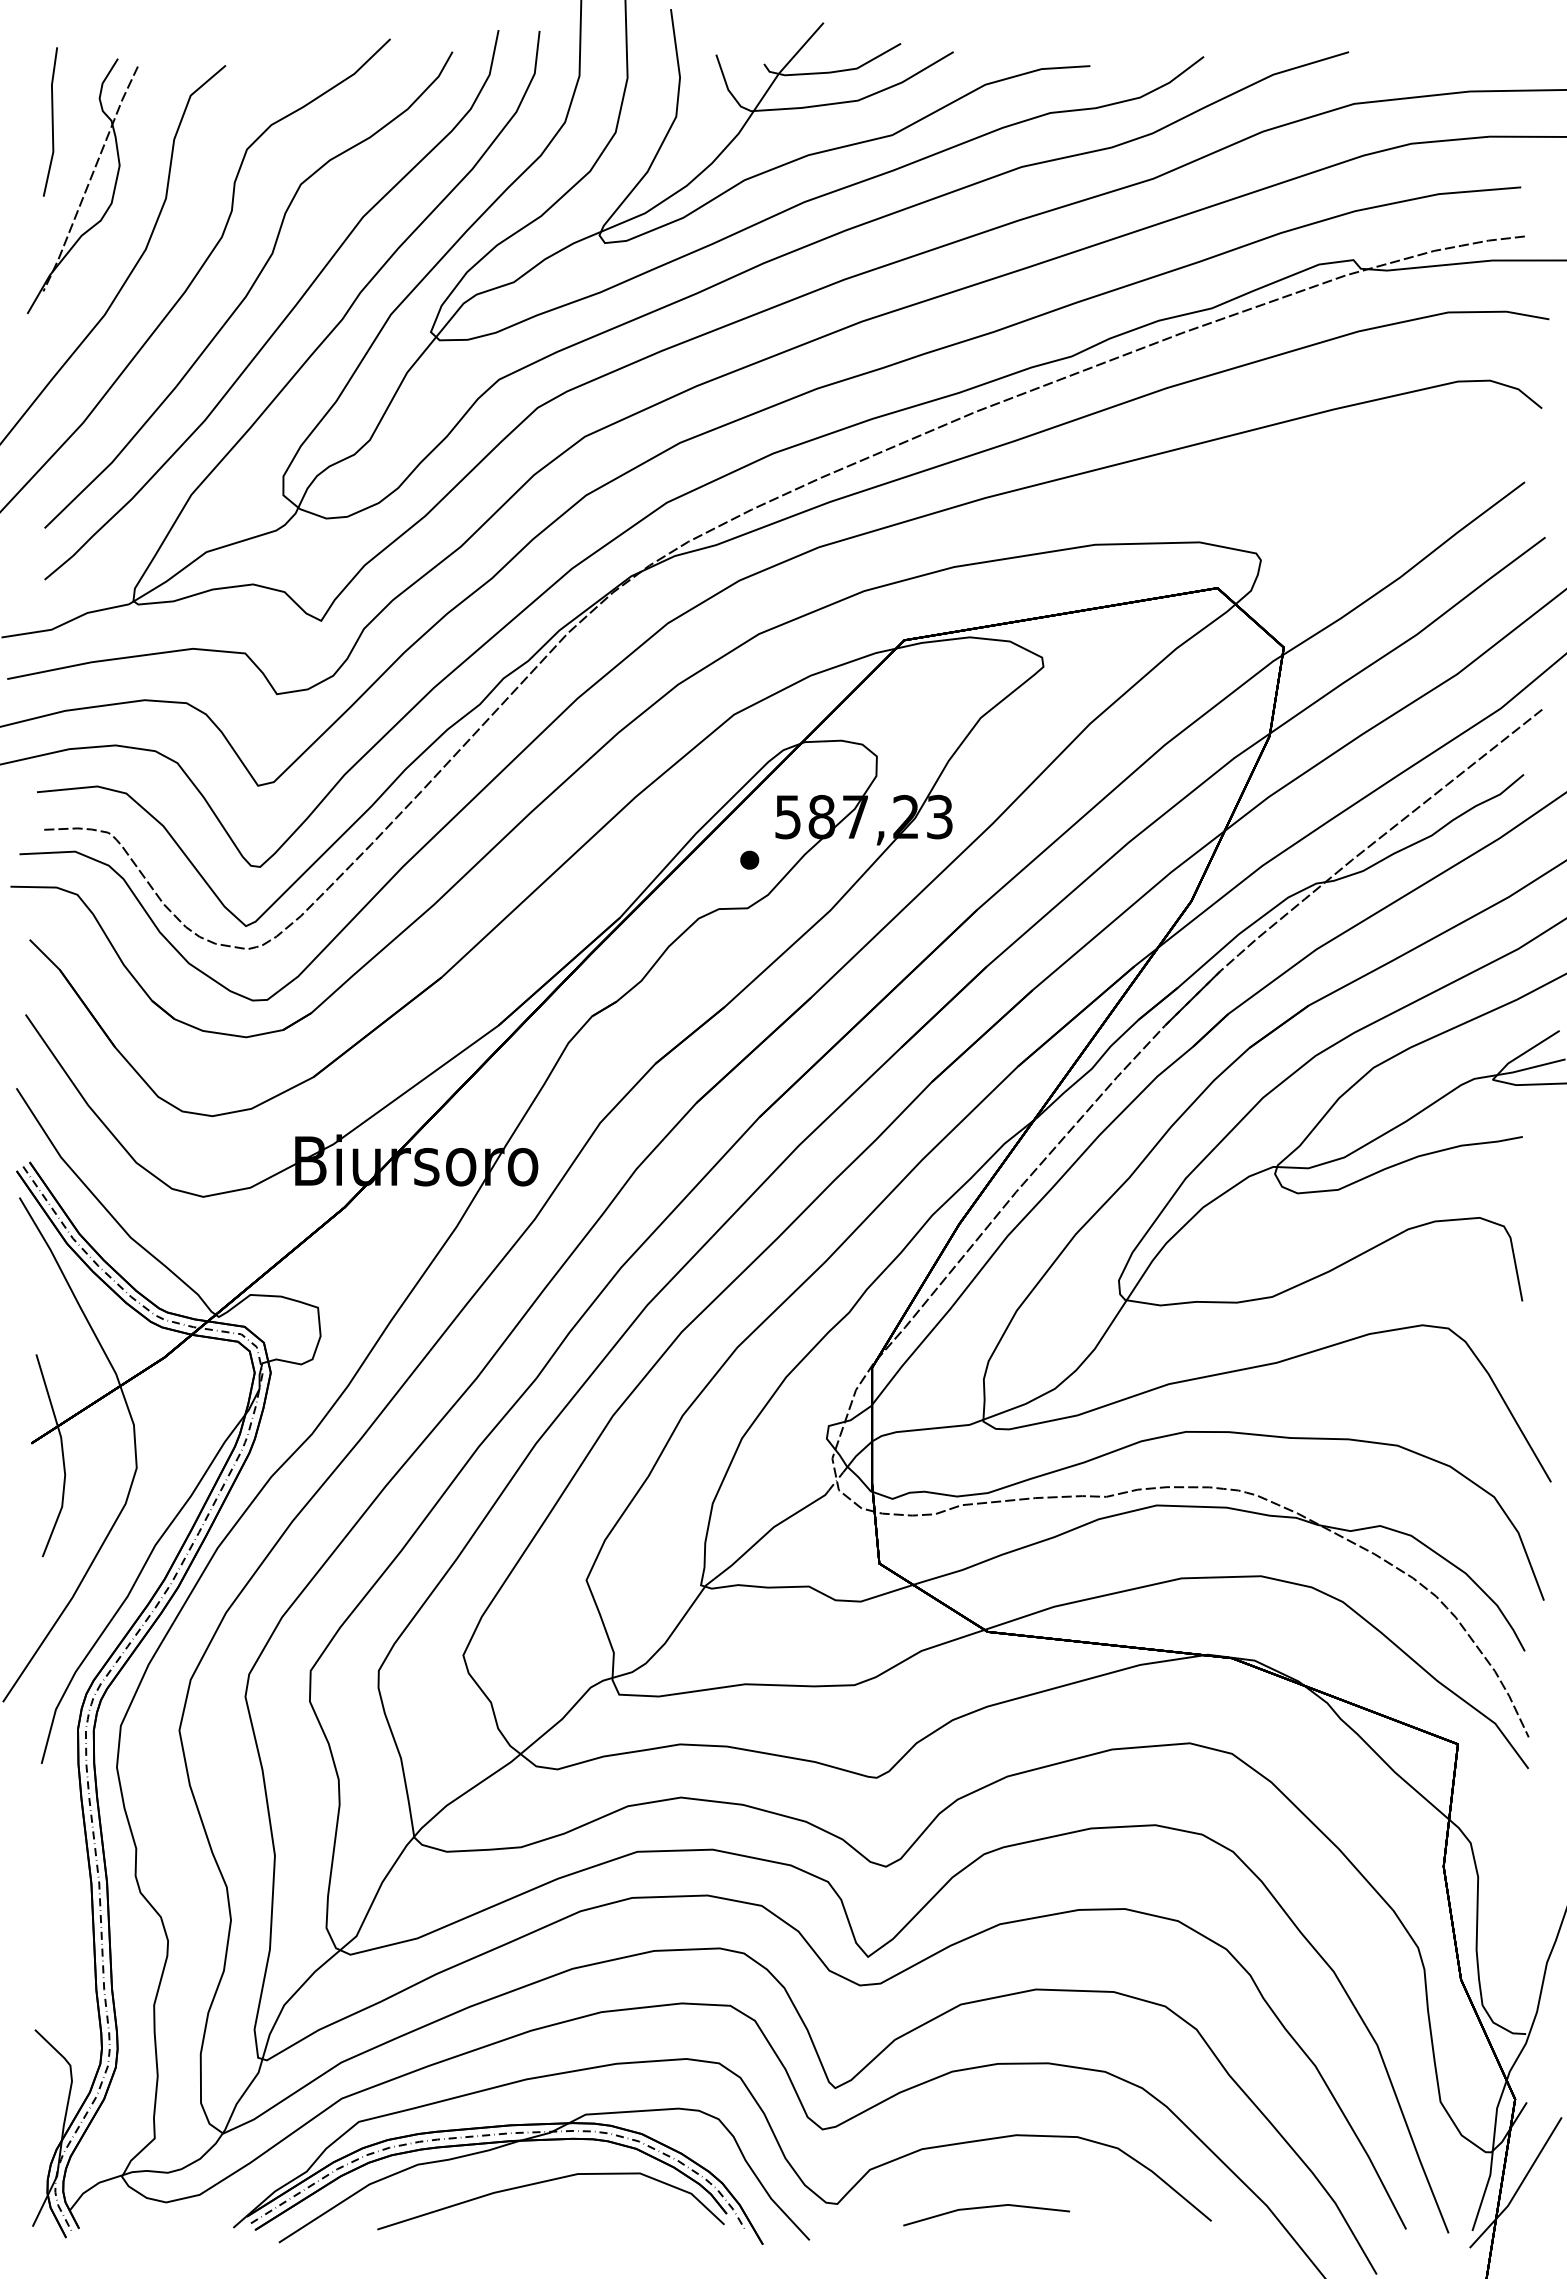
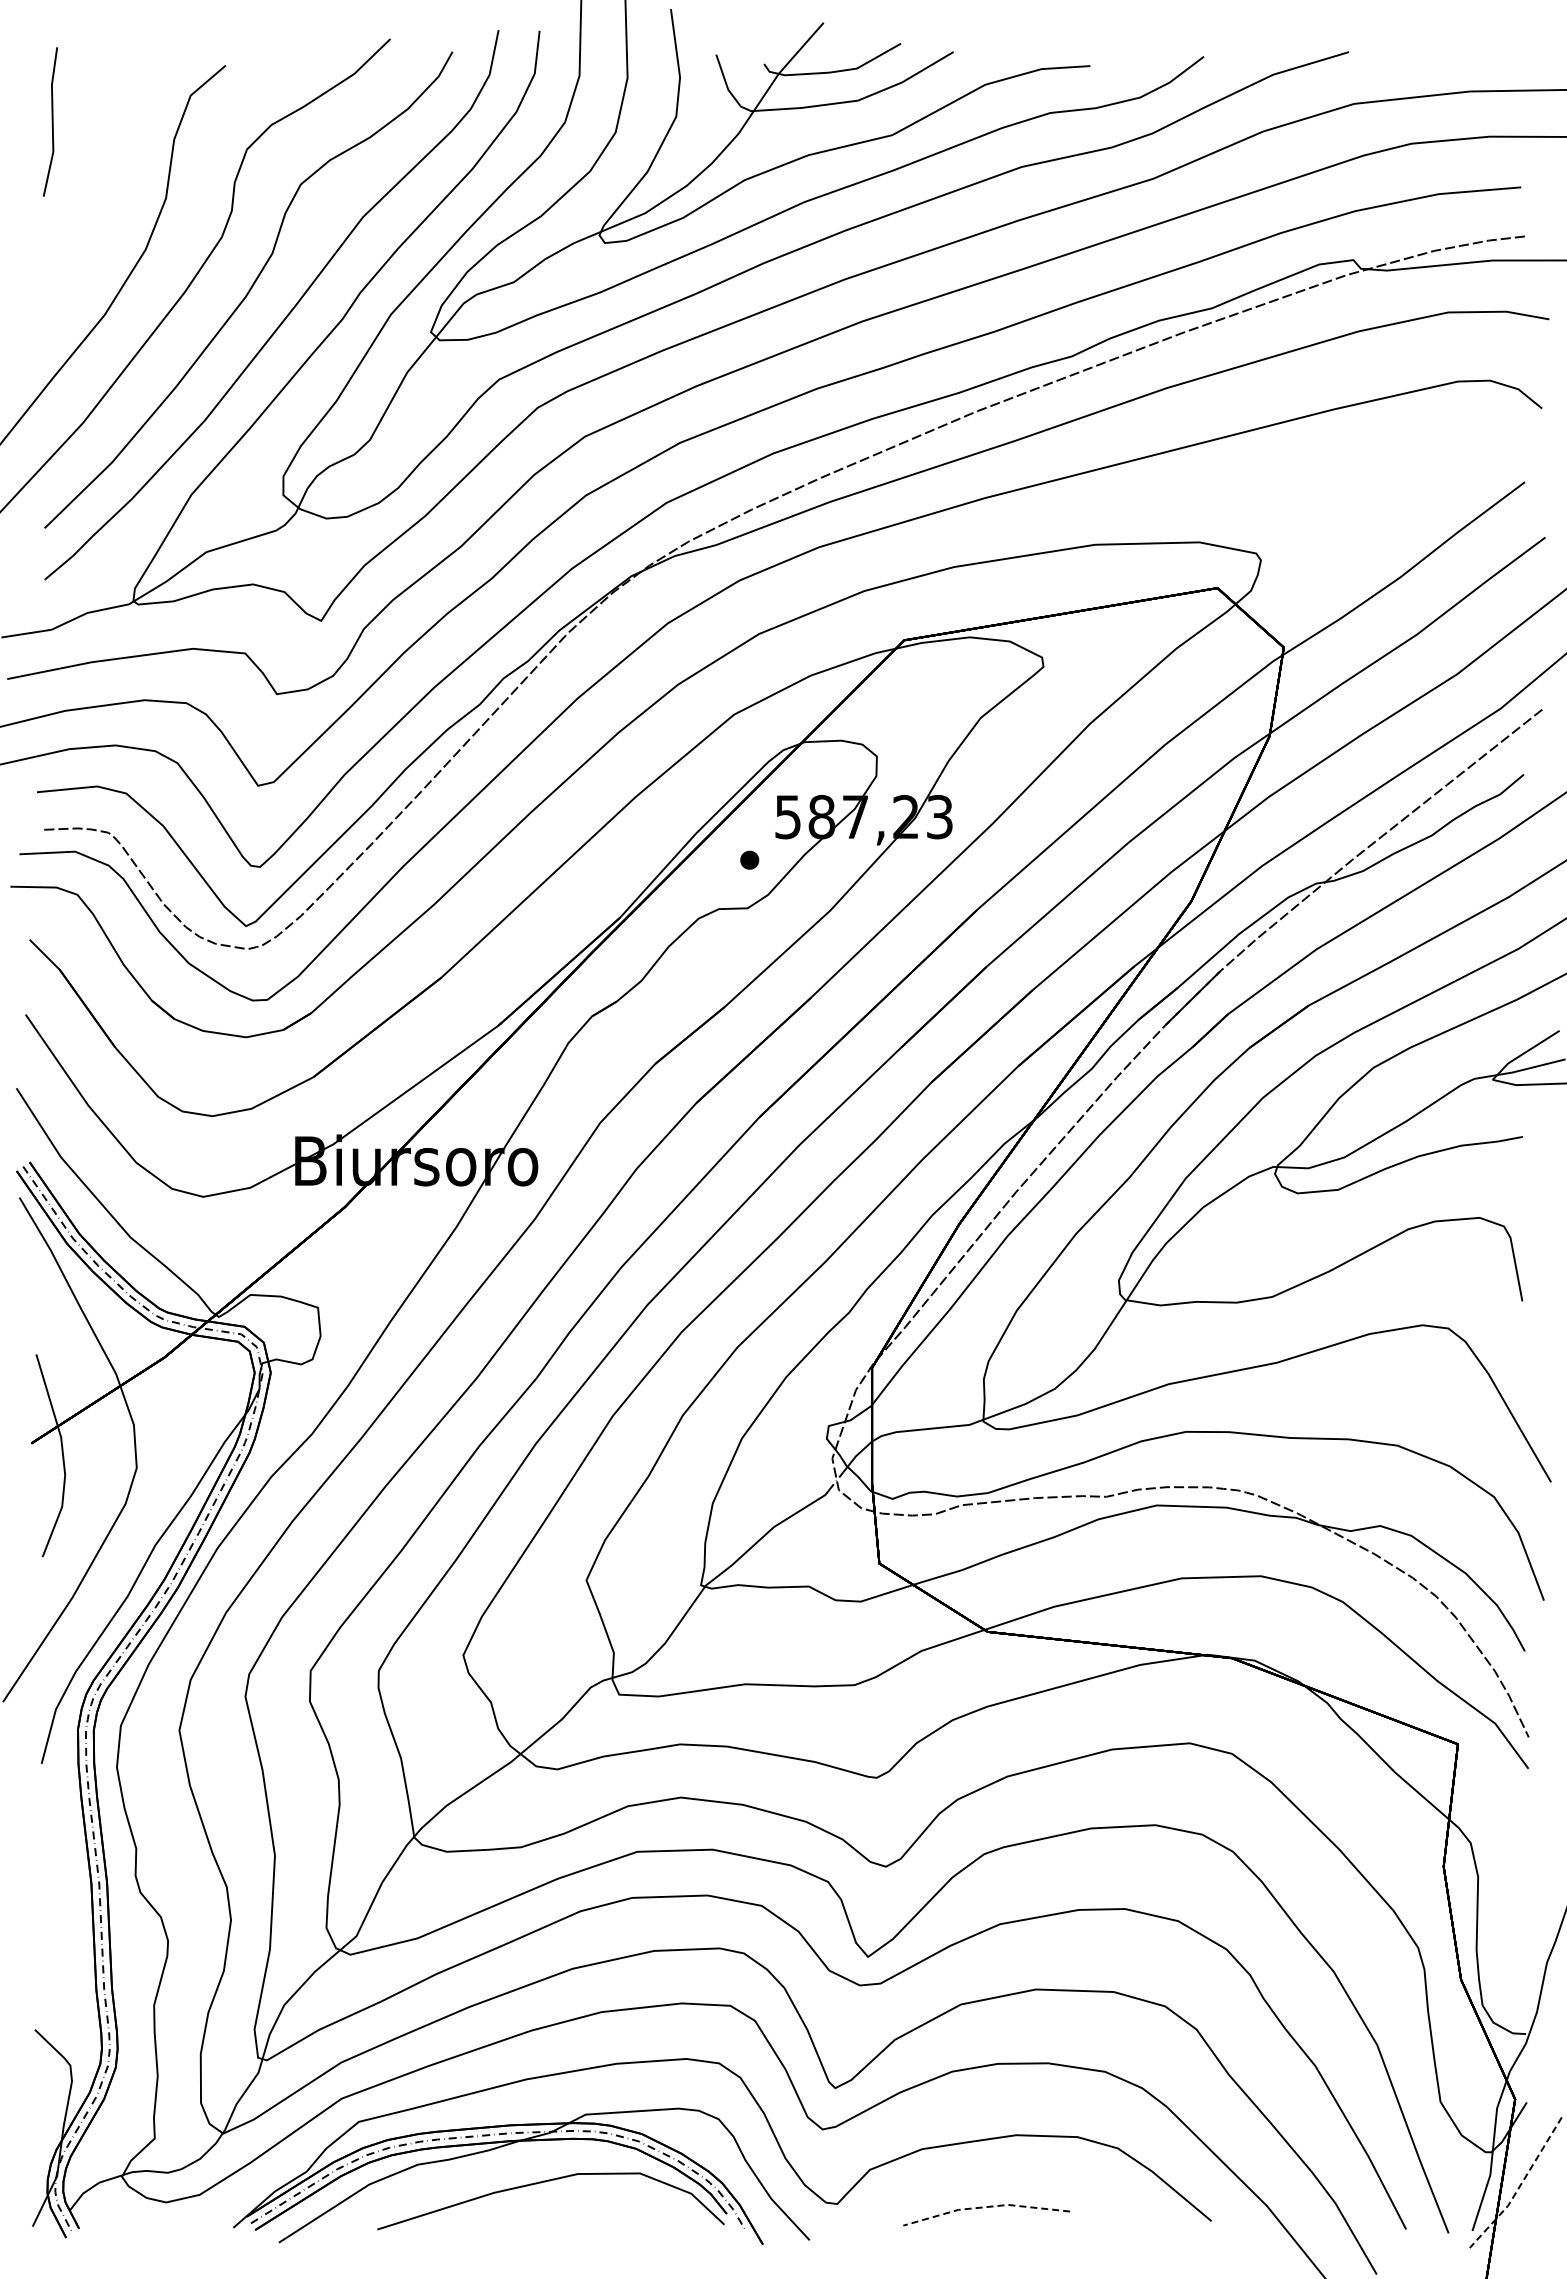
part at (82, 186): present -> none
line at (1519, 2186): solid -> dashed
line at (985, 2207): solid -> dashed
